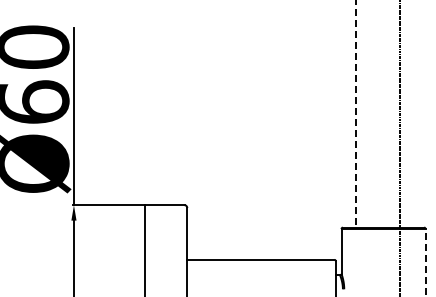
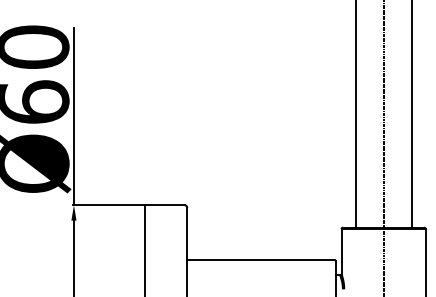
line at (355, 113): dashed -> solid
line at (411, 114): none -> present
line at (399, 147) position: (399, 147) -> (383, 147)
line at (425, 262): dashed -> solid
